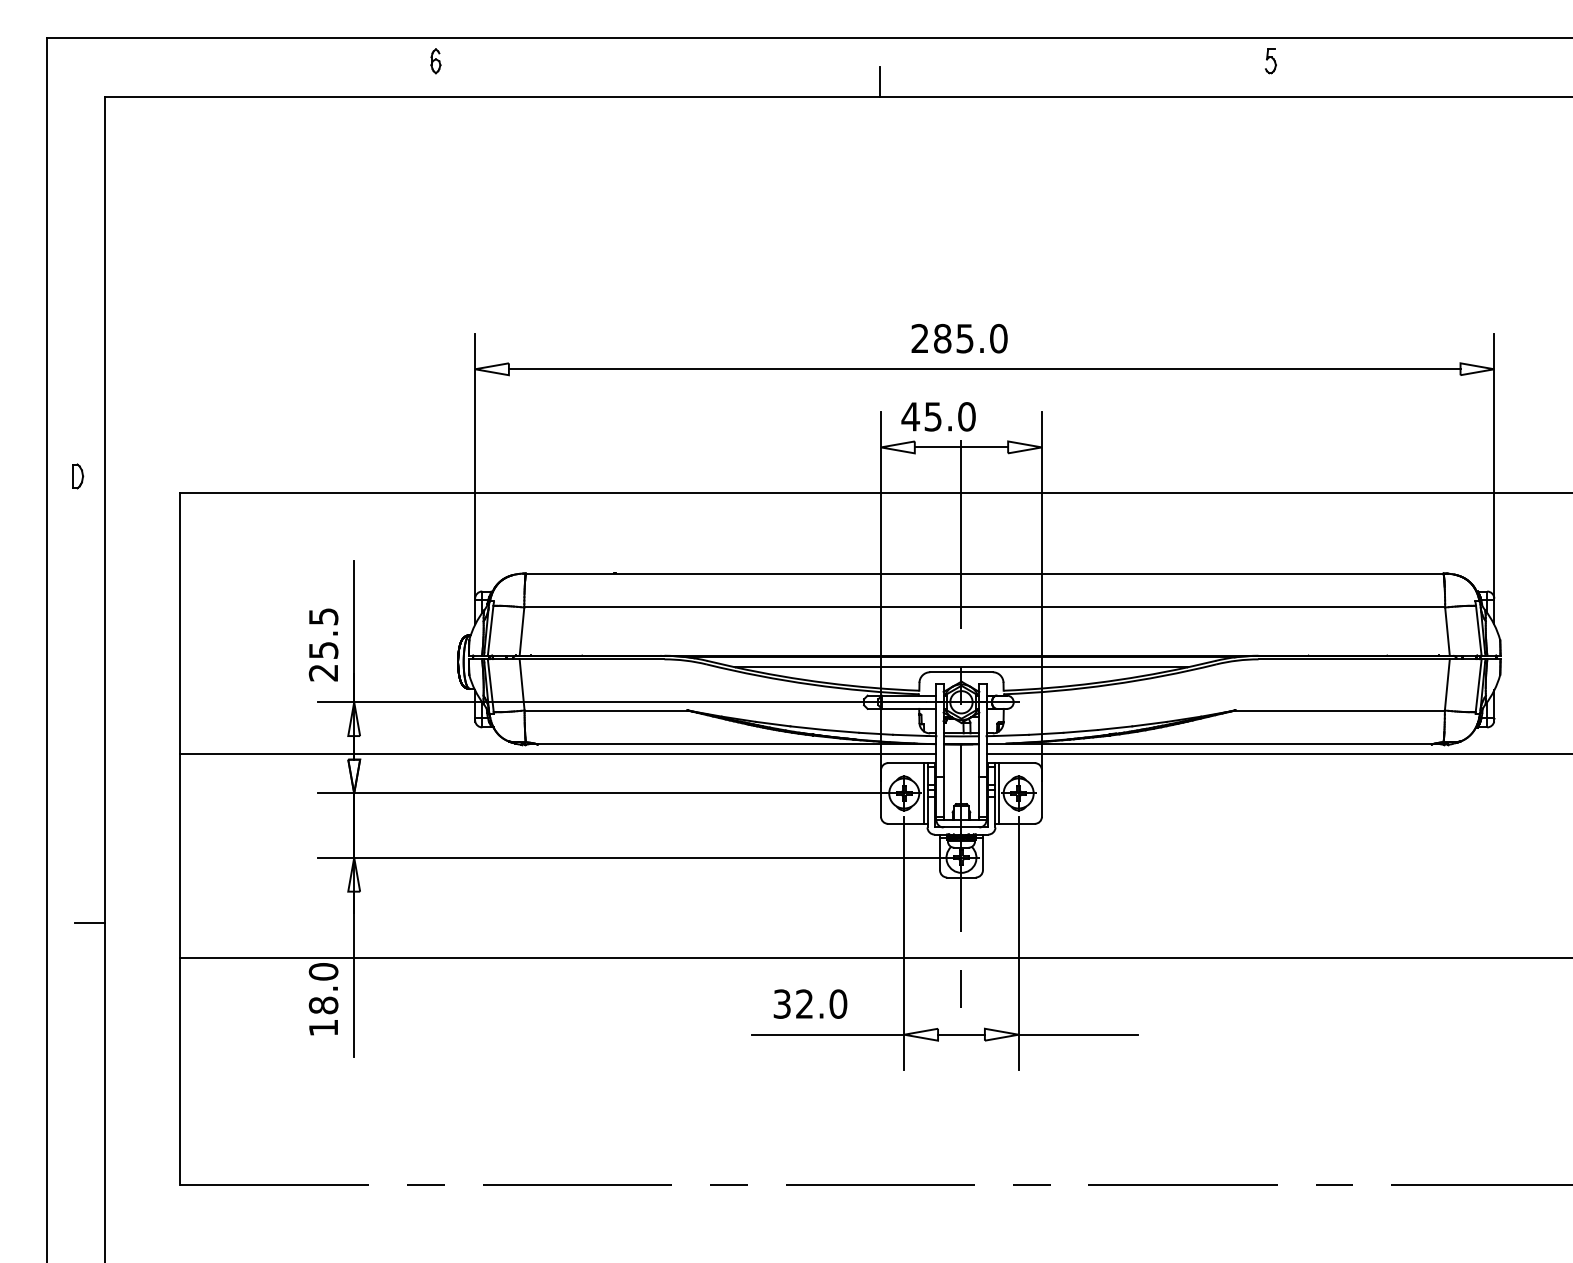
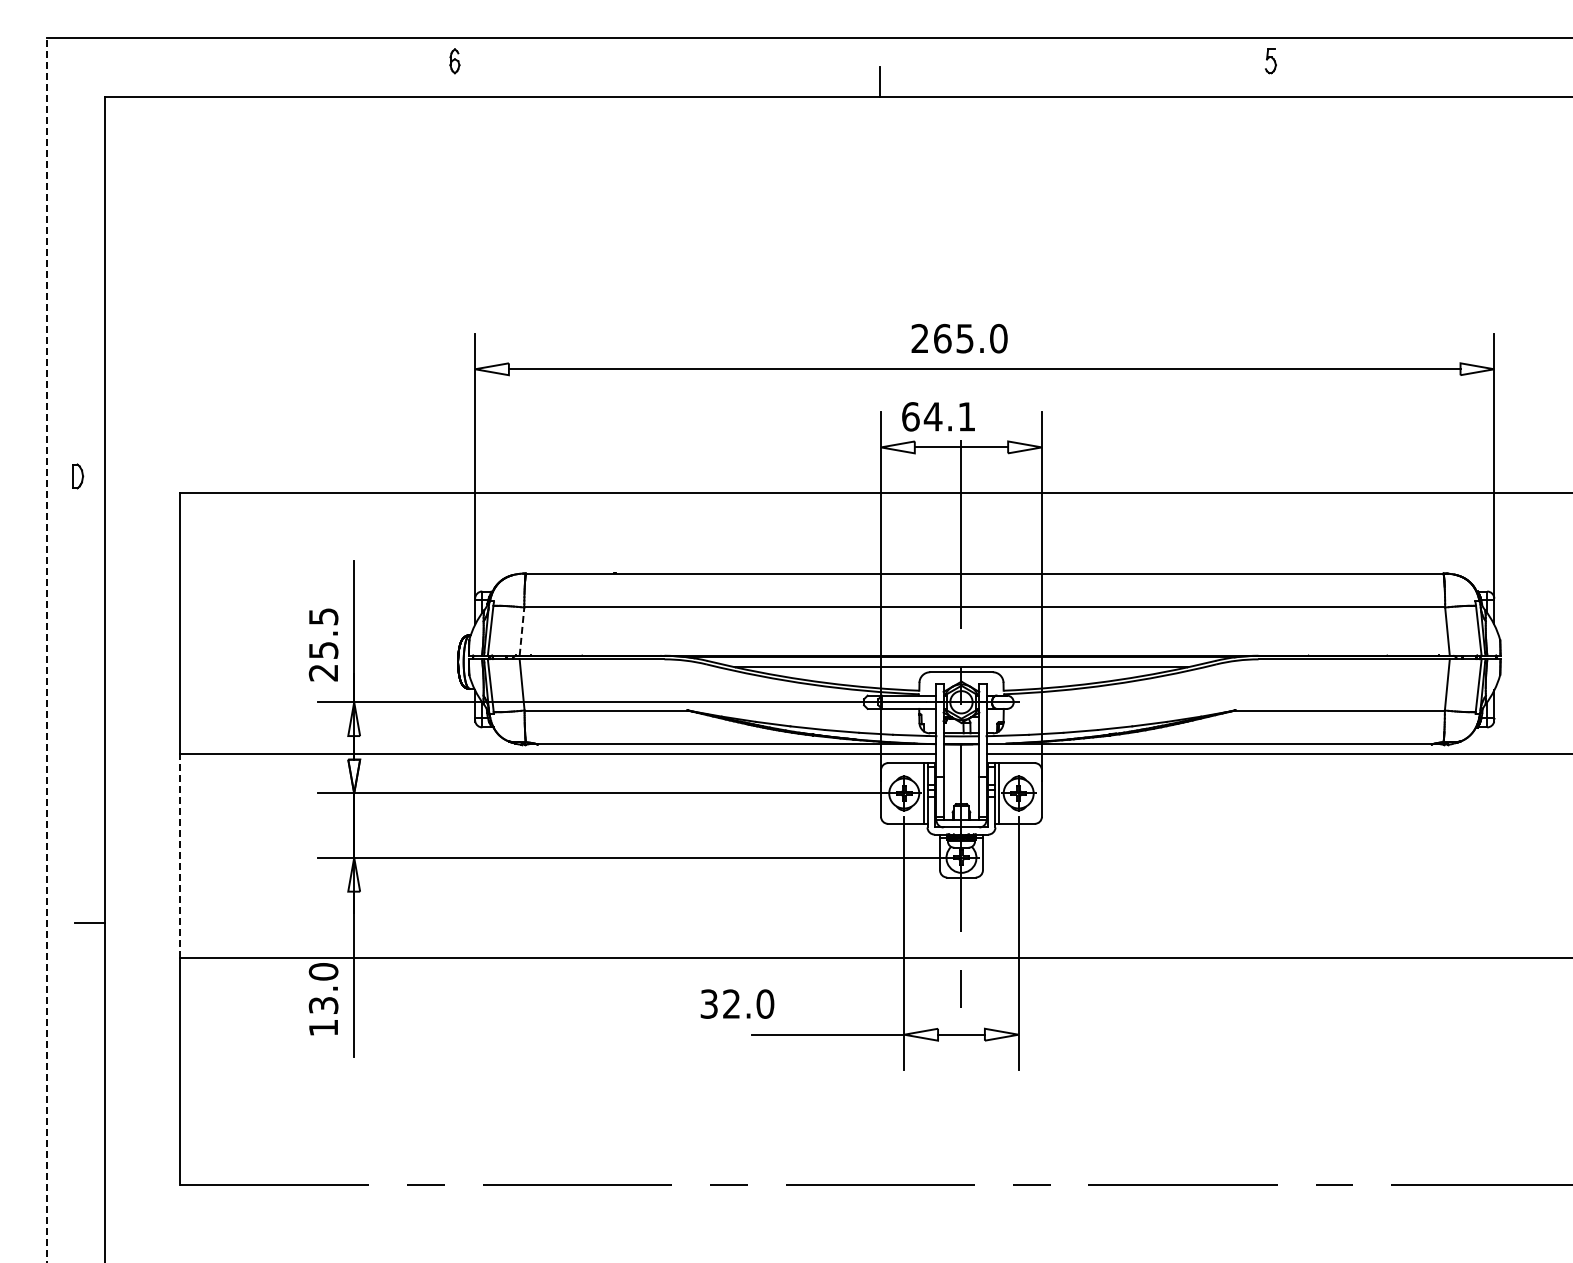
part at (435, 61) position: (435, 61) -> (454, 61)
text at (942, 338): 285.0 -> 265.0
text at (938, 416): 45.0 -> 64.1
line at (522, 631): solid -> dashed
line at (47, 649): solid -> dashed
line at (180, 856): solid -> dashed
text at (810, 1003) position: (810, 1003) -> (737, 1003)
text at (323, 1005): 18.0 -> 13.0
line at (1077, 1034): present -> none
